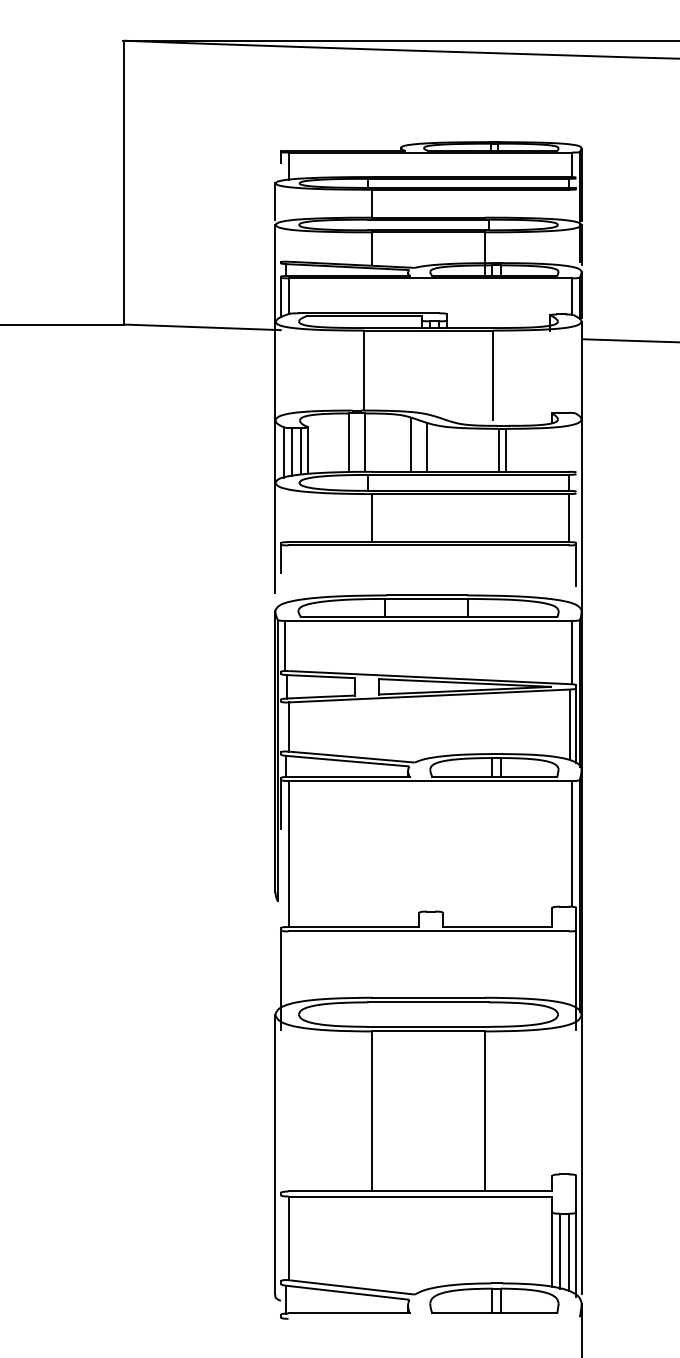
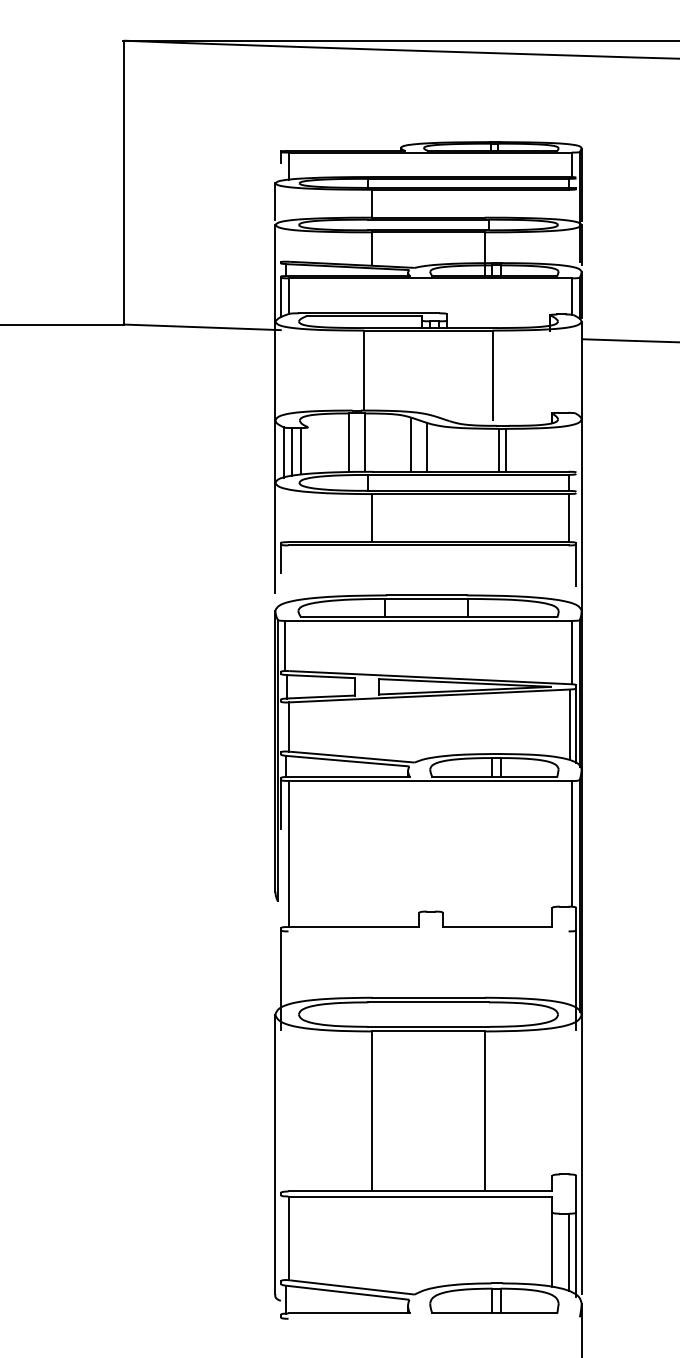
line at (307, 449): present -> none
line at (428, 931): present -> none
line at (560, 1250): present -> none
